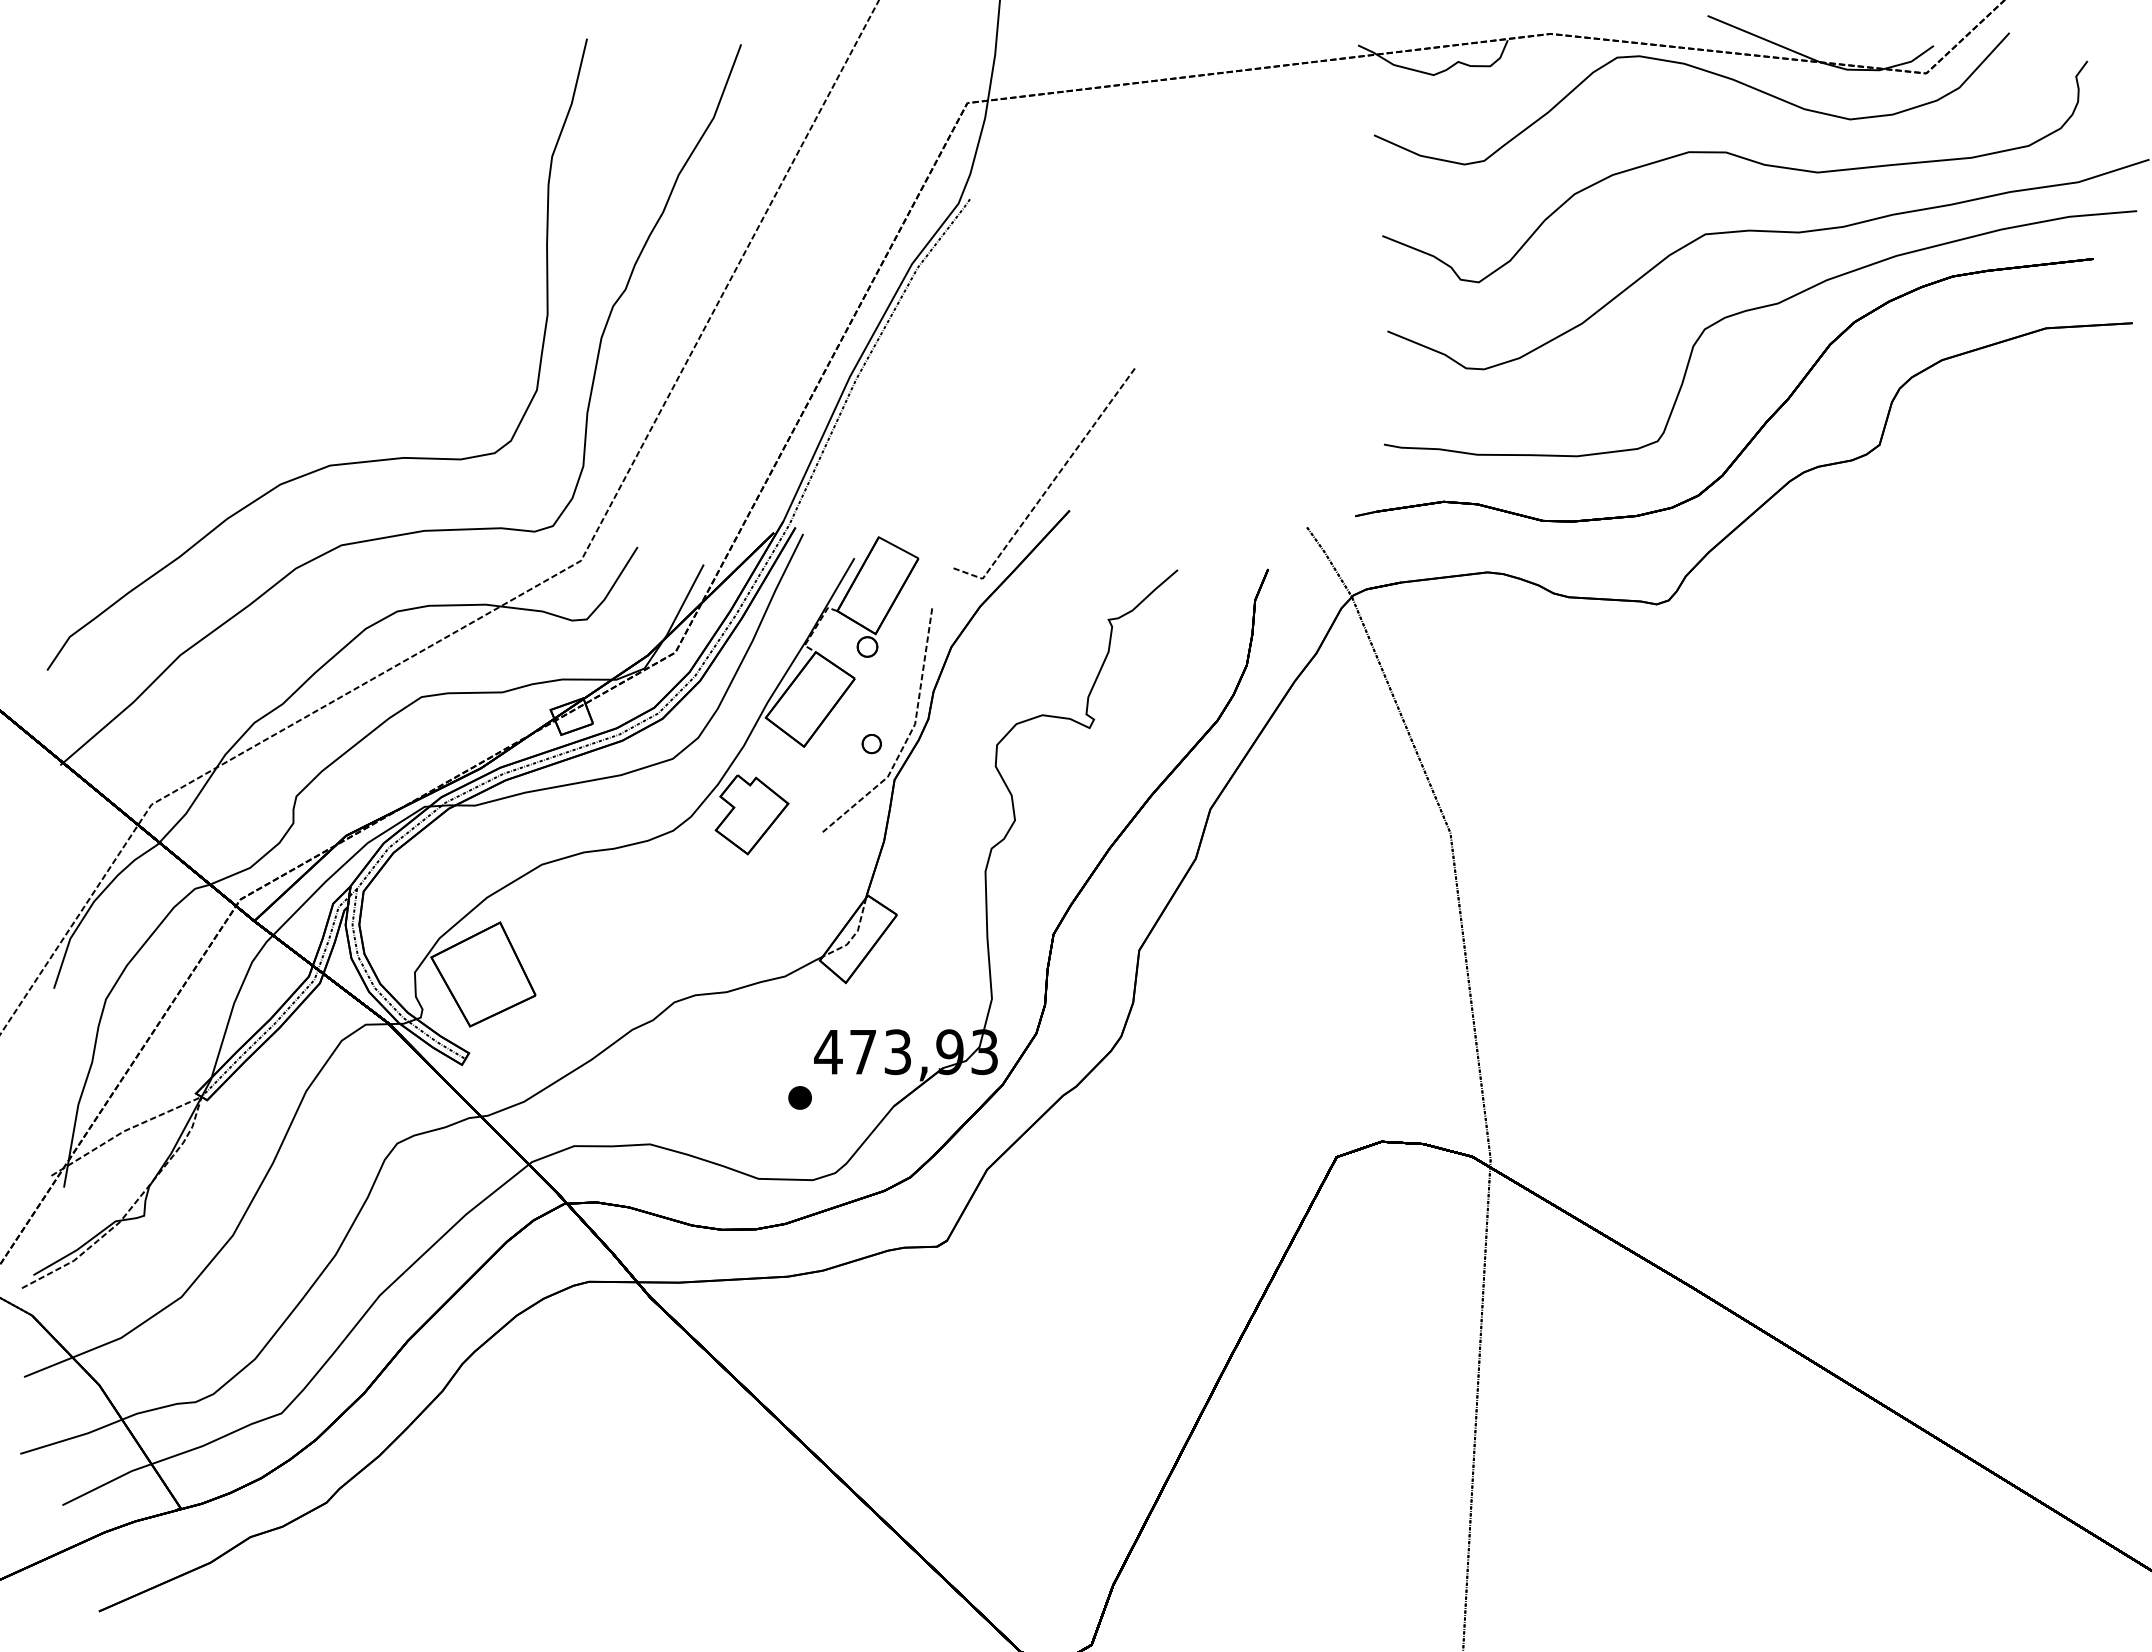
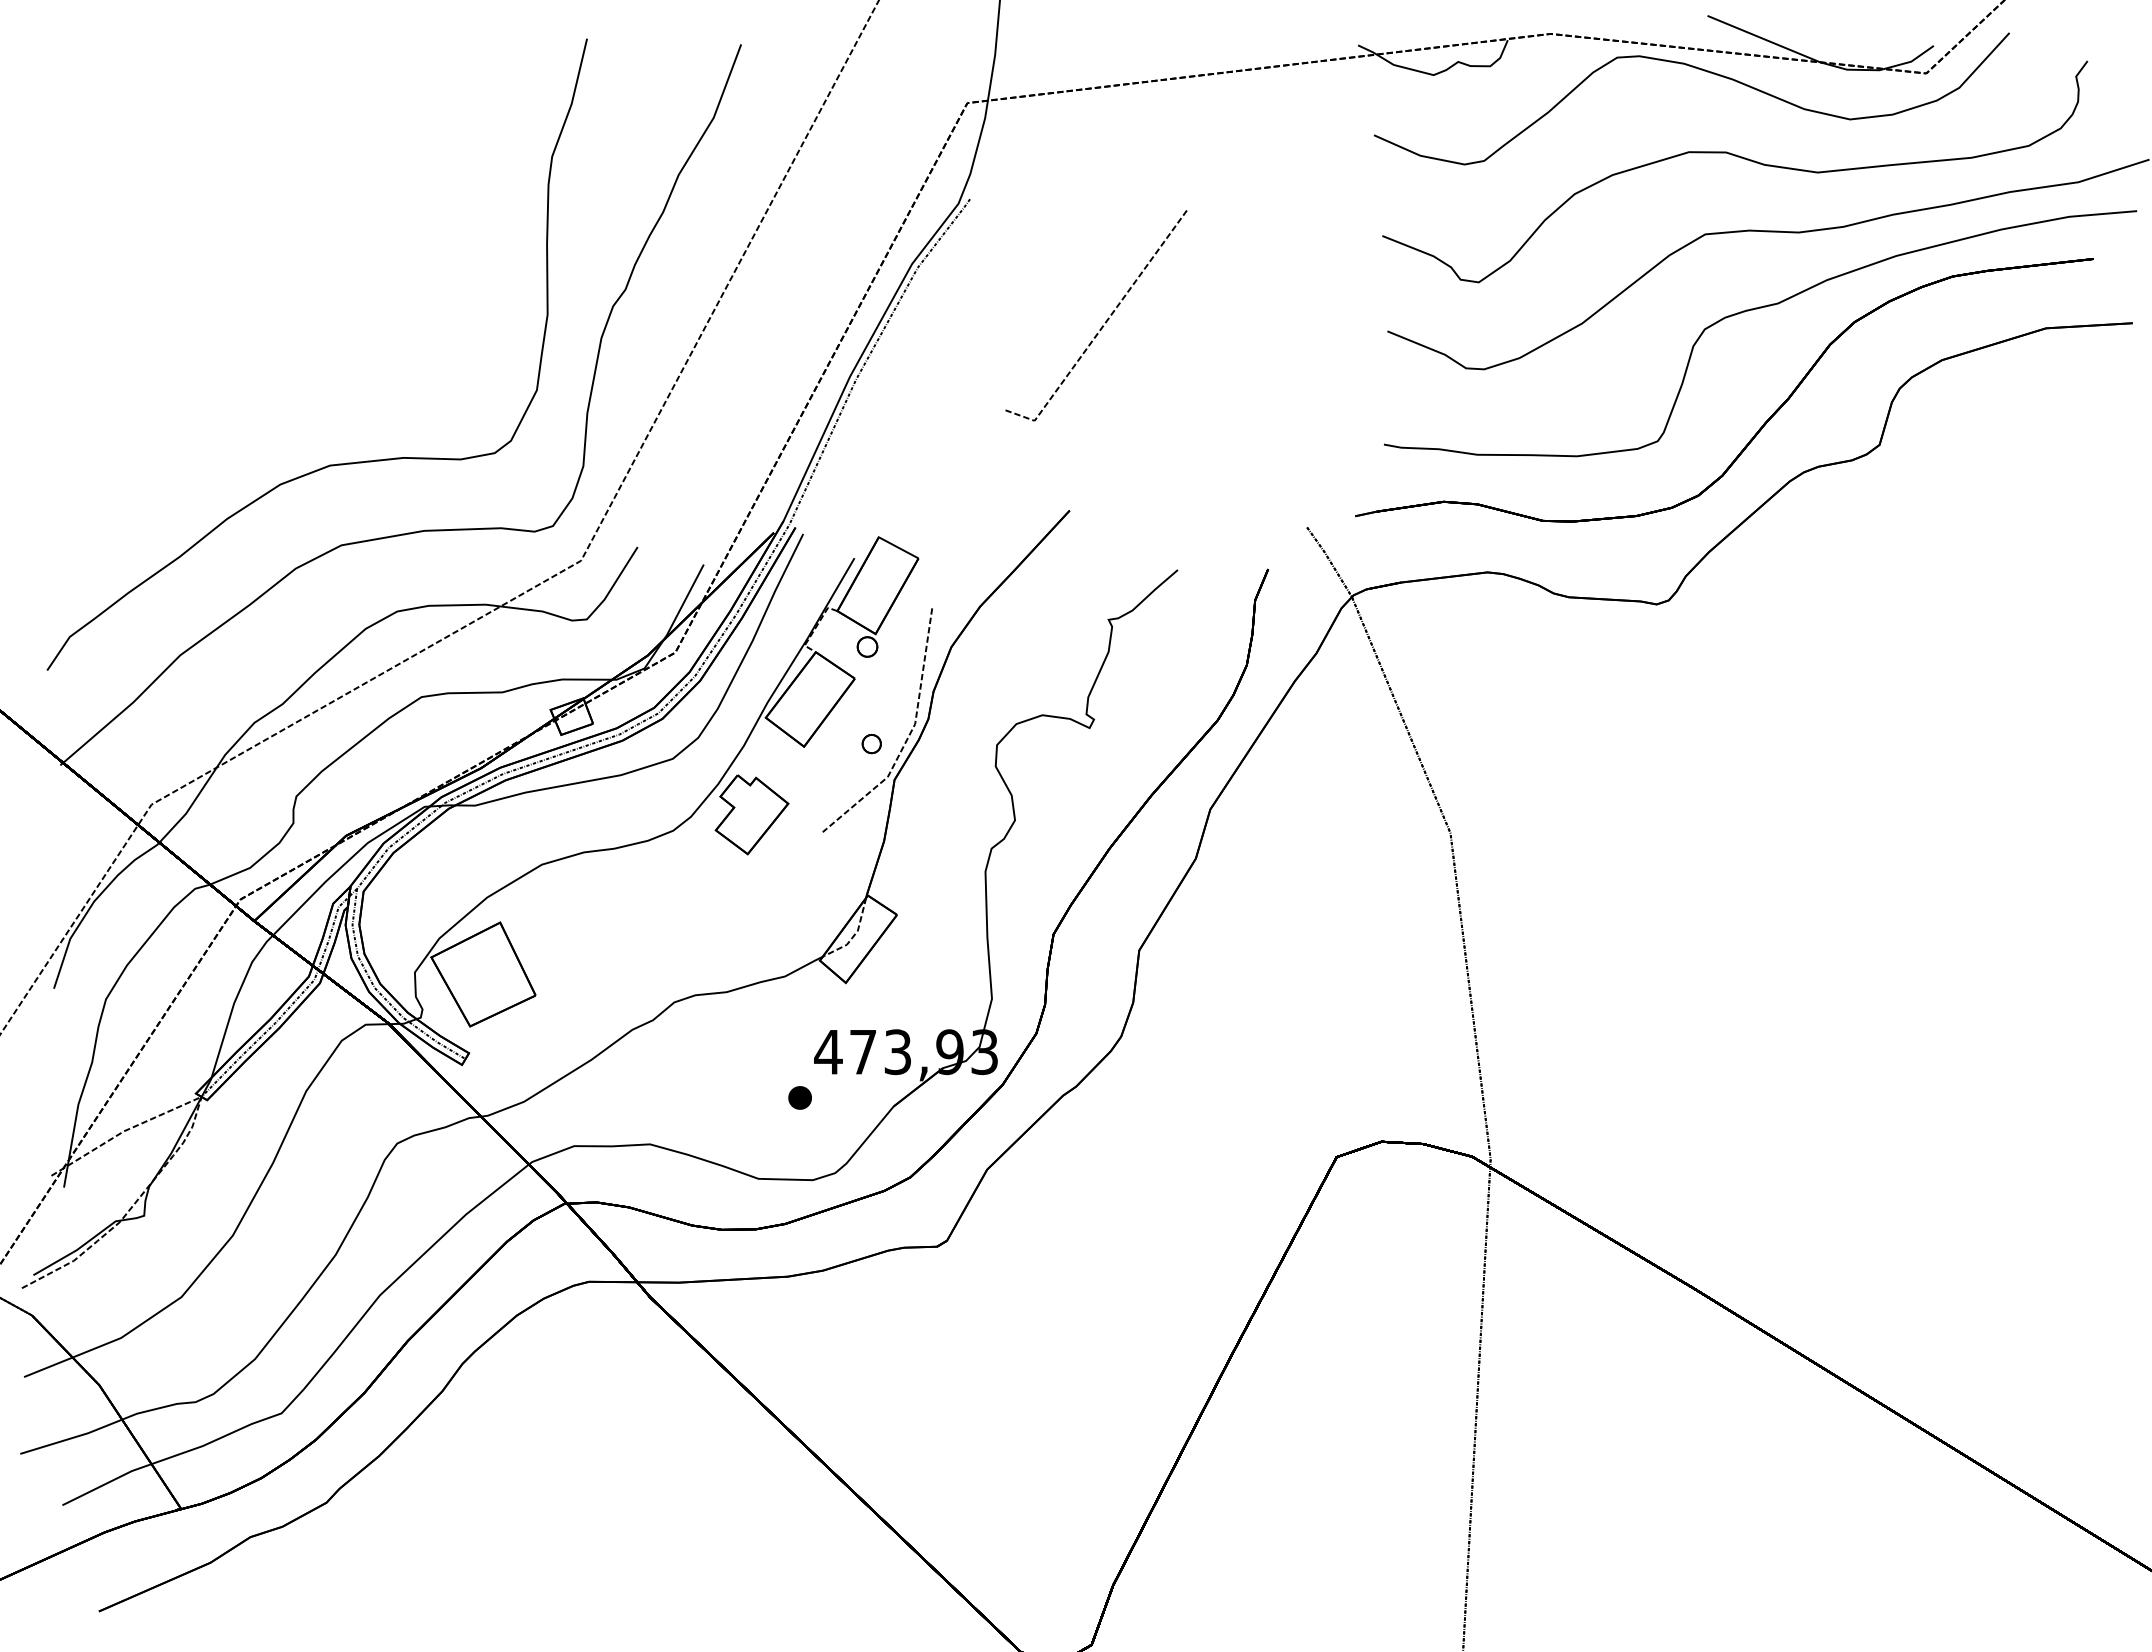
line at (1052, 480) position: (1052, 480) -> (1104, 322)
